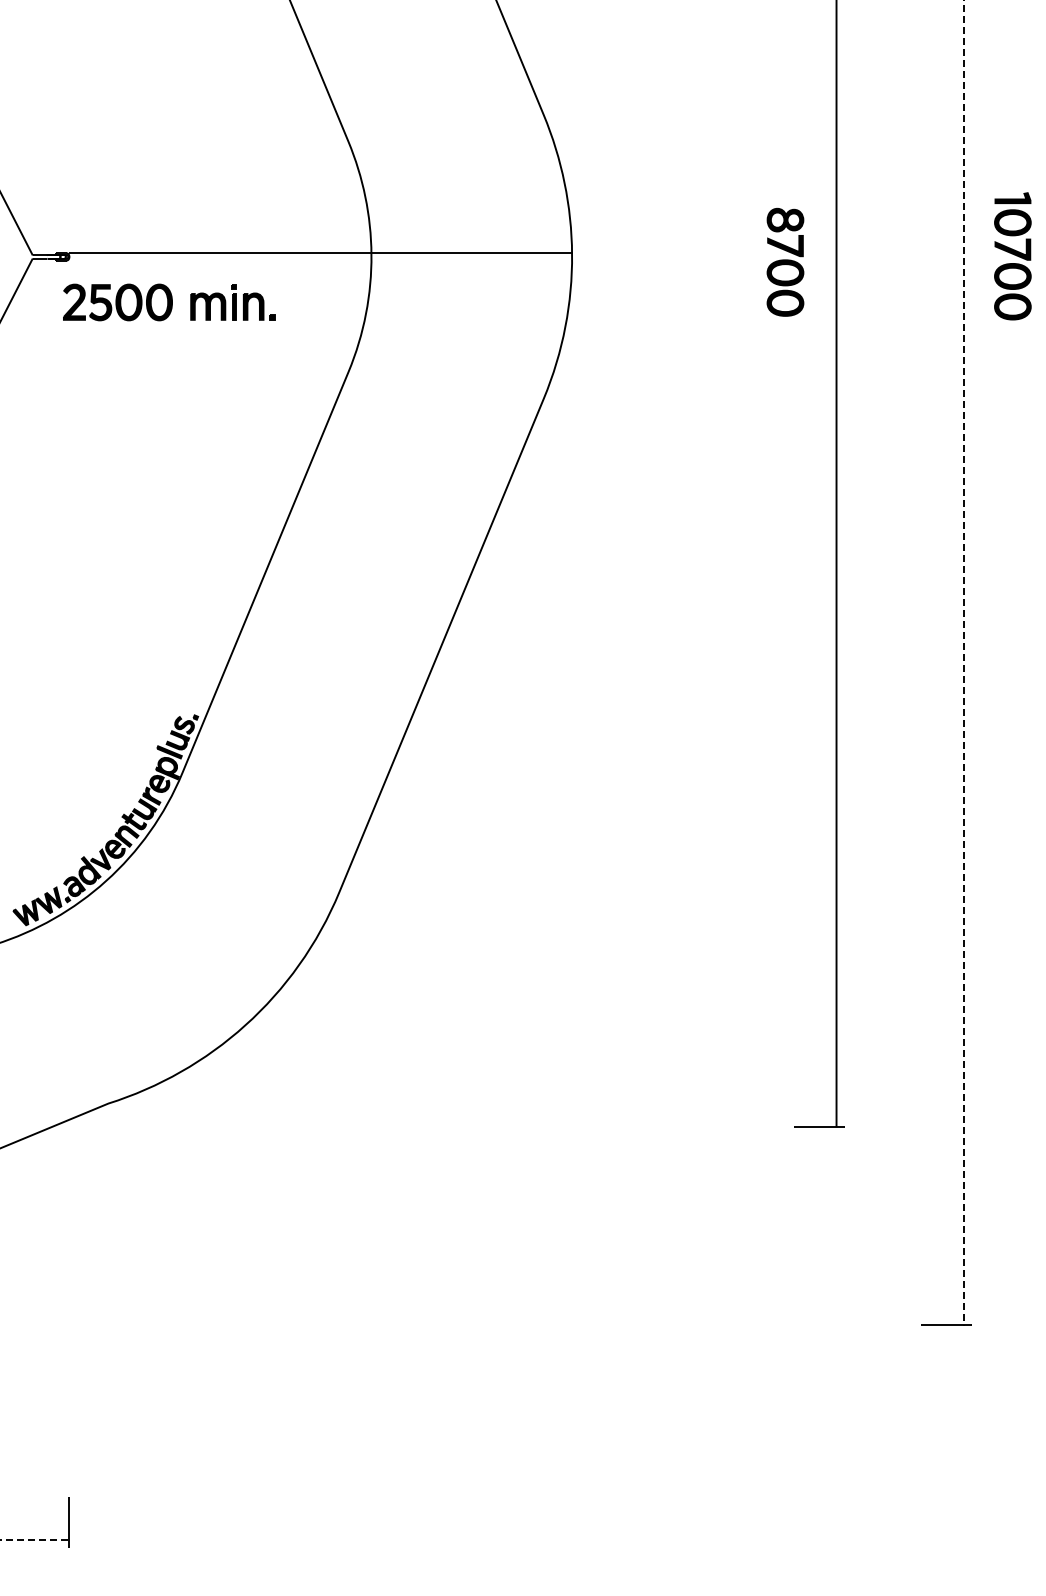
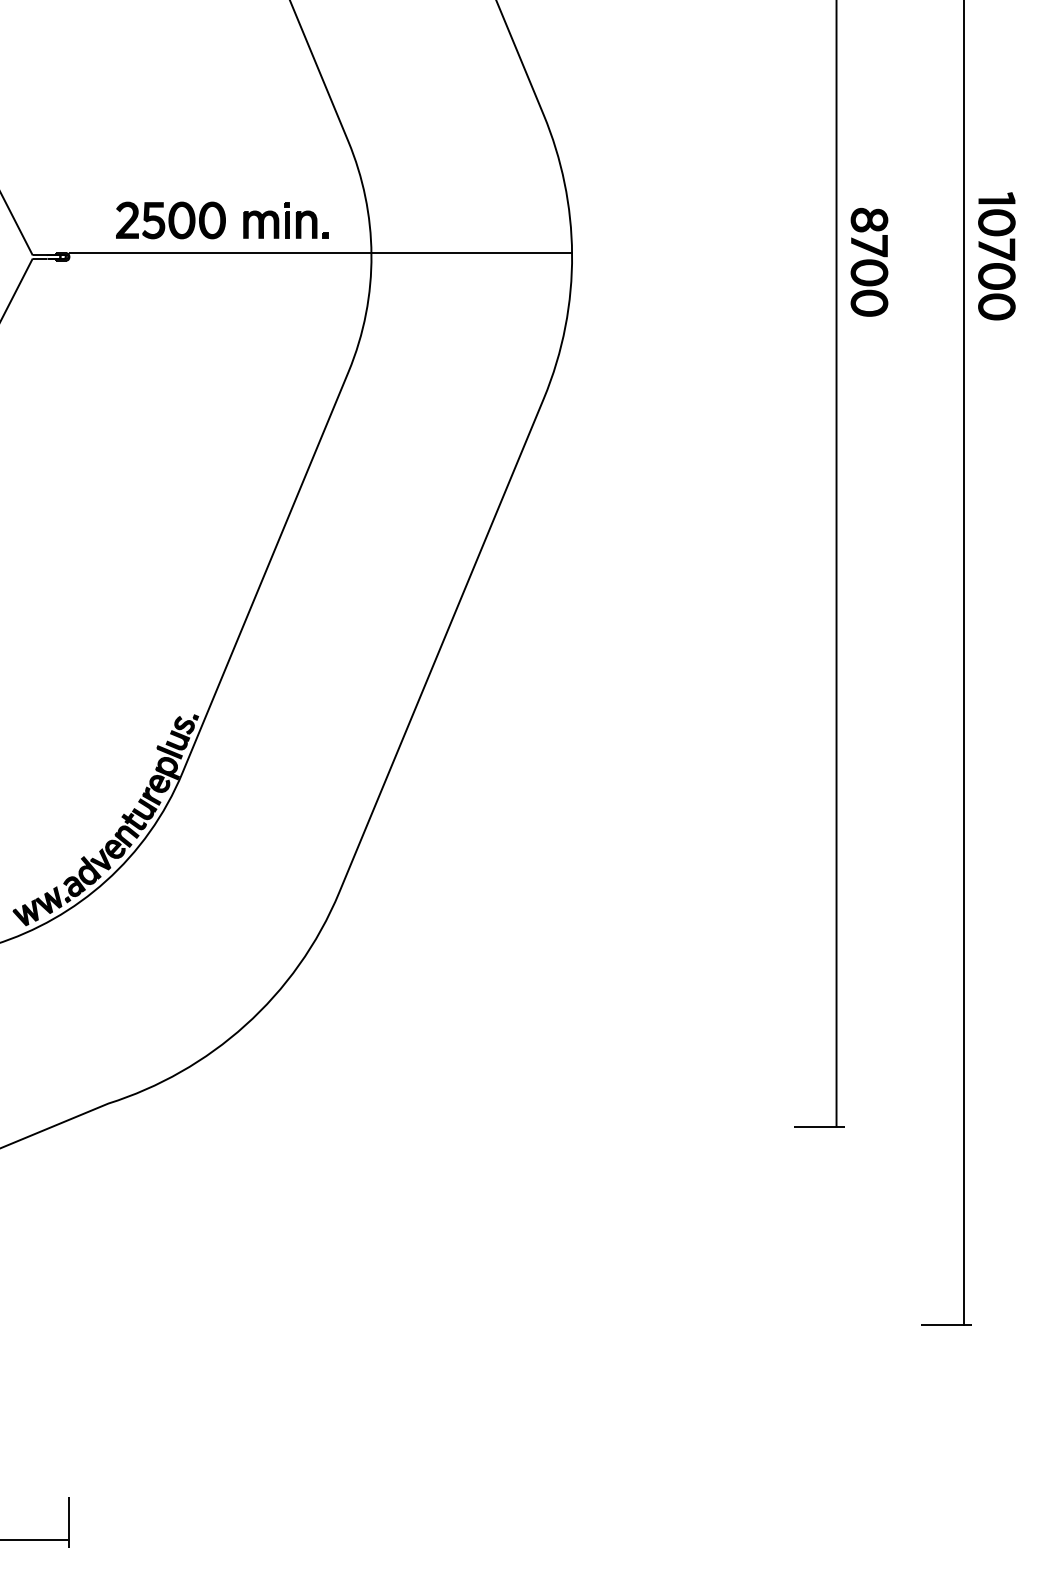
part at (1012, 256) position: (1012, 256) -> (996, 256)
part at (785, 261) position: (785, 261) -> (869, 261)
part at (169, 302) position: (169, 302) -> (222, 220)
line at (963, 663): dashed -> solid
line at (34, 1539): dashed -> solid
